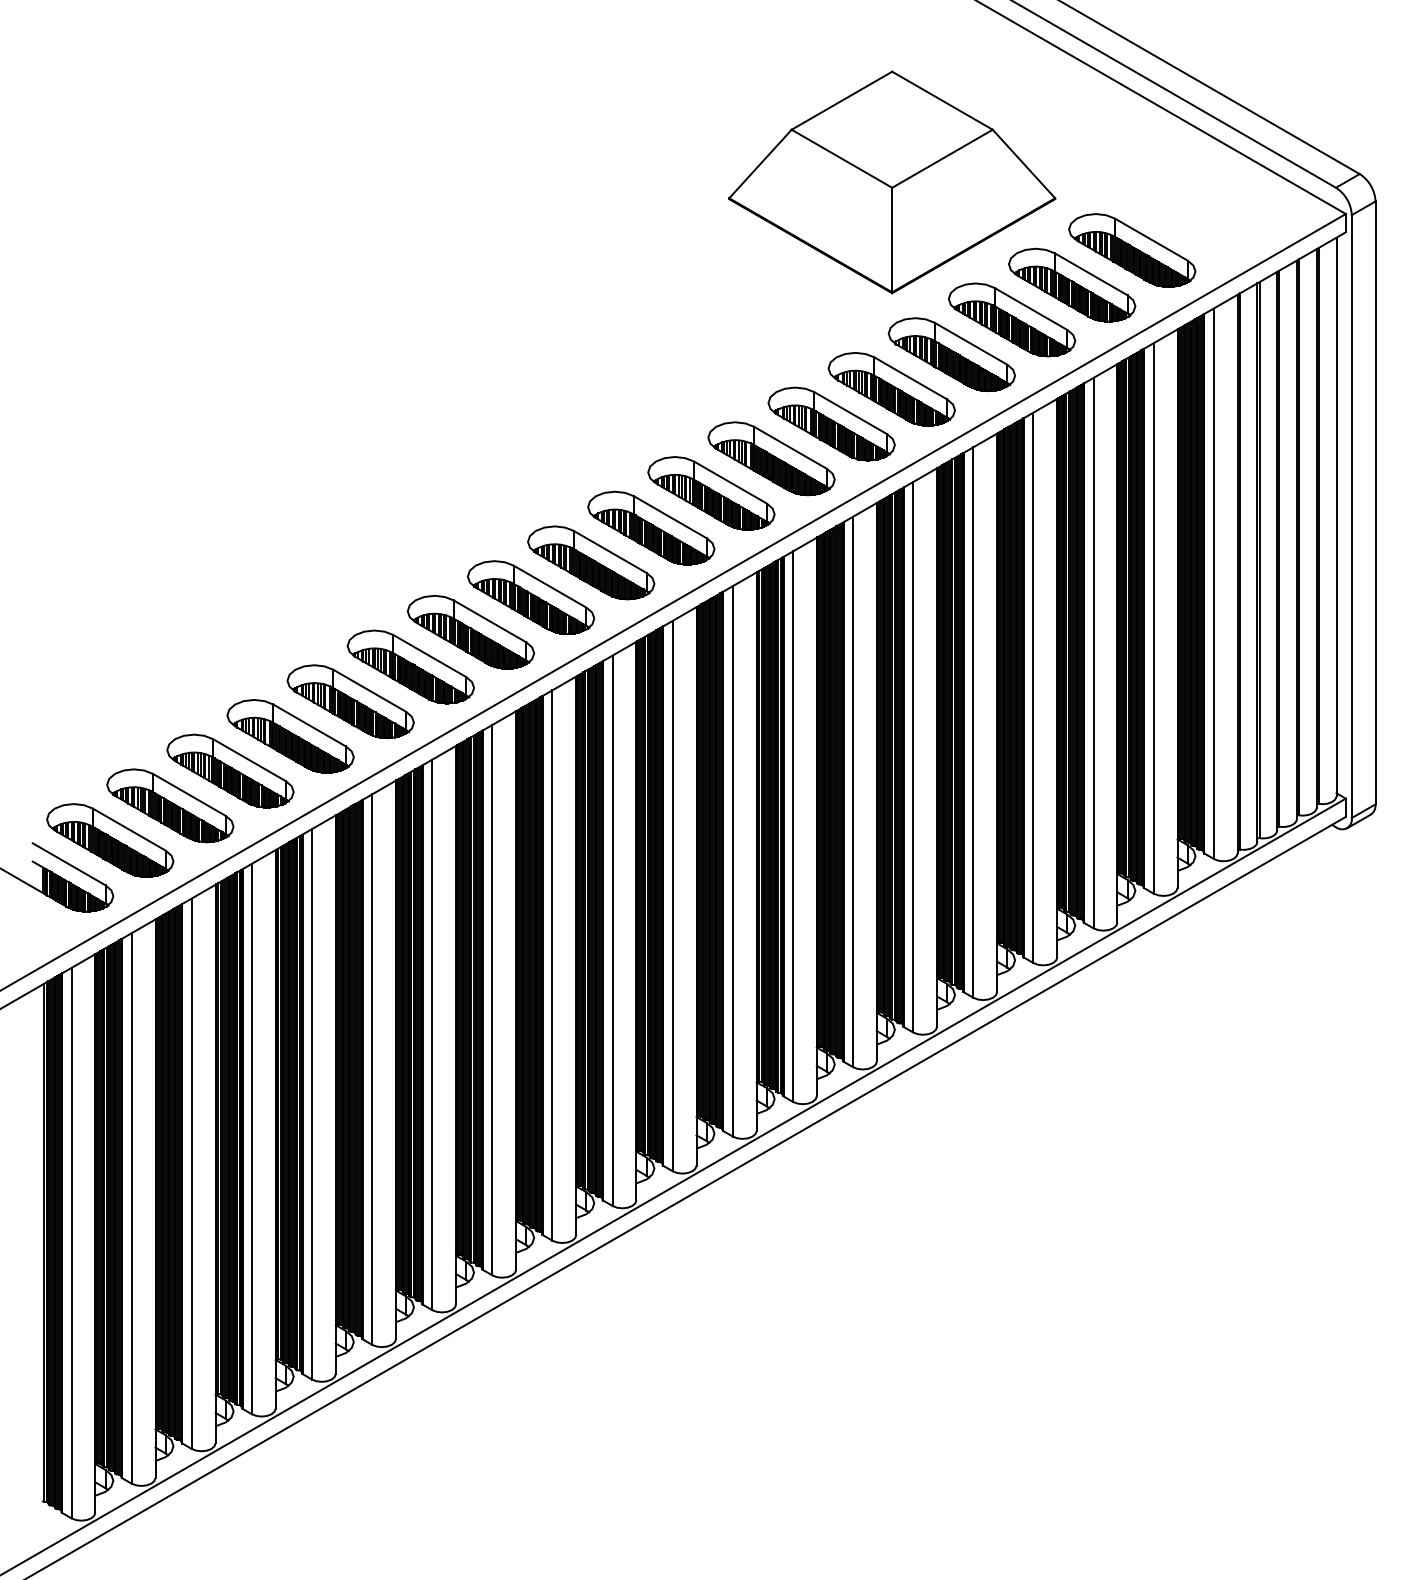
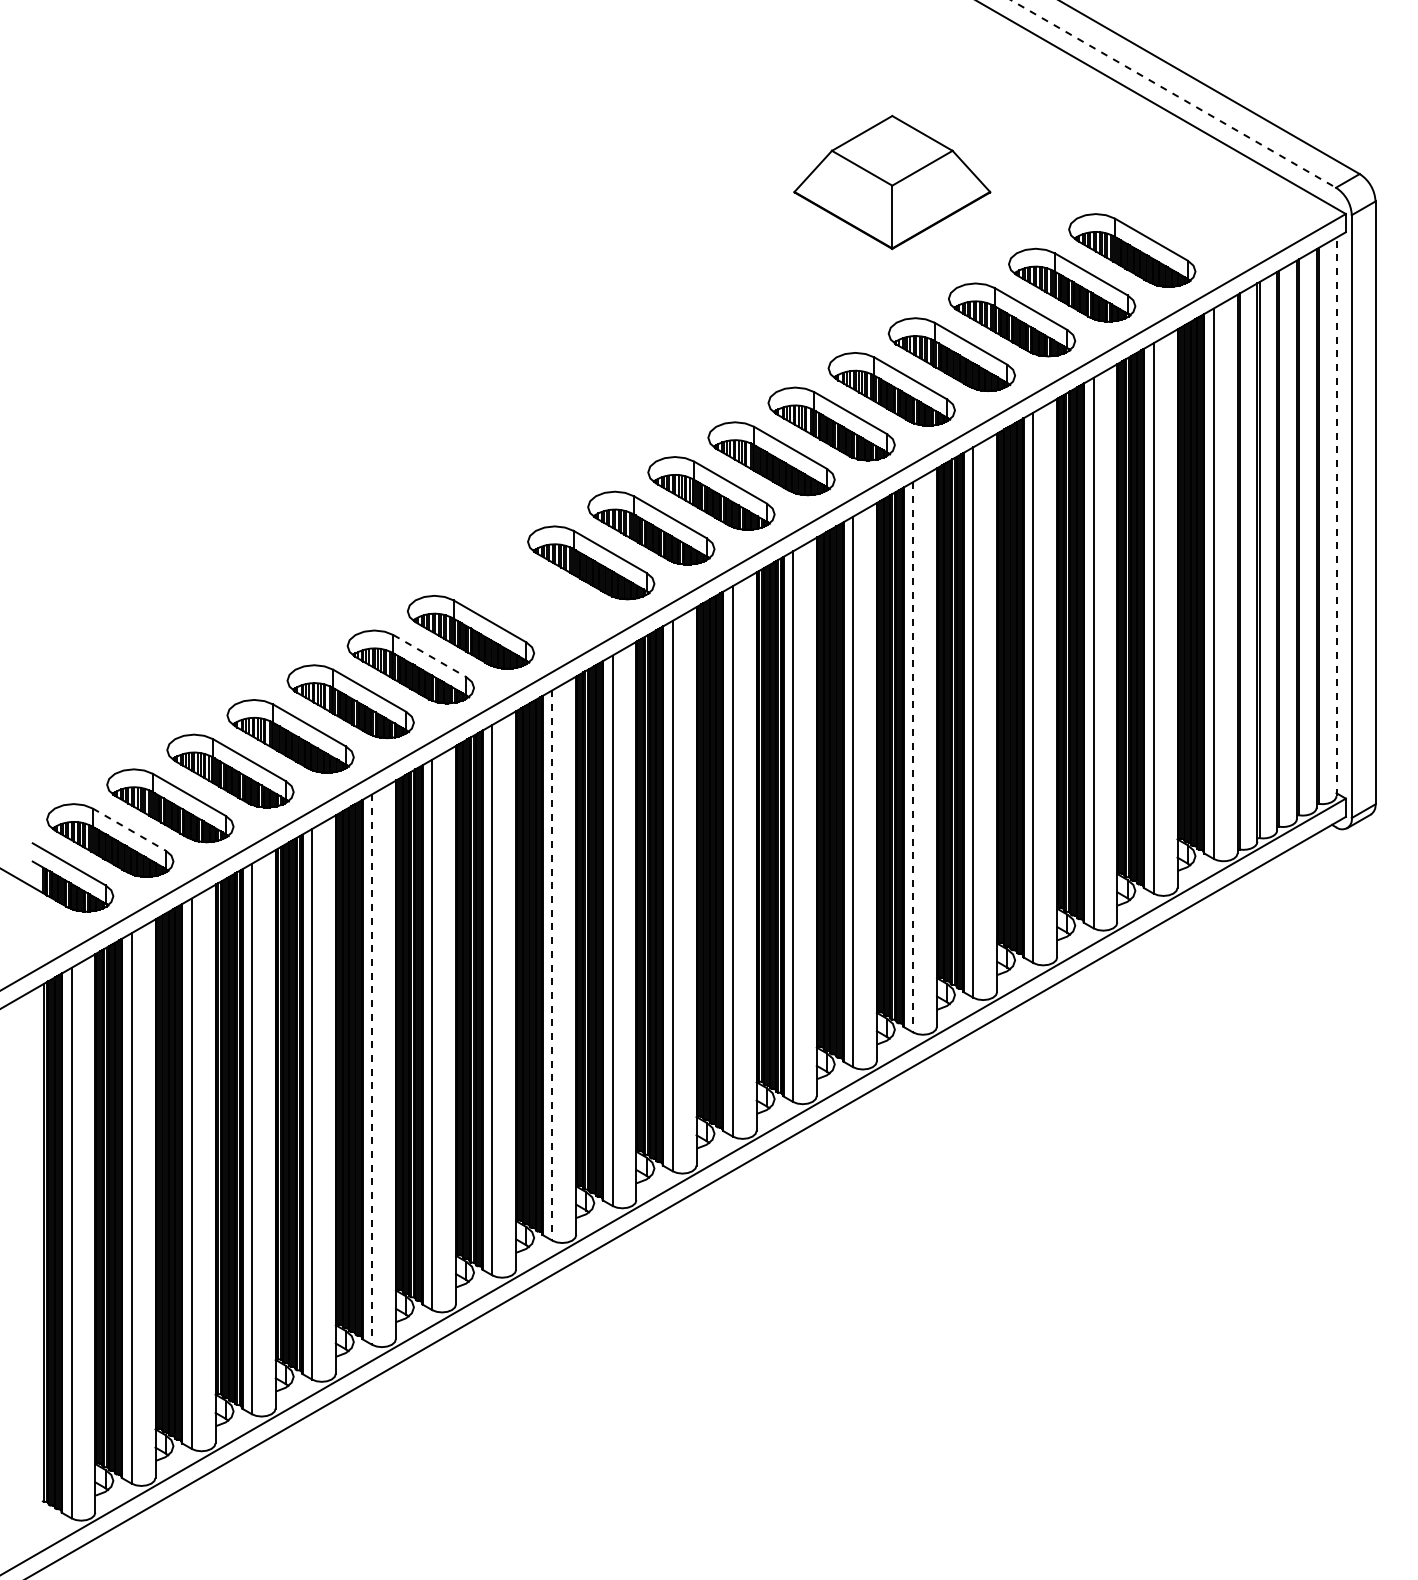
line at (1174, 94): solid -> dashed
part at (892, 182) size: 329x225 px -> 199x137 px
line at (1336, 516): solid -> dashed
part at (531, 597): present -> none
line at (430, 656): solid -> dashed
line at (913, 757): solid -> dashed
line at (129, 829): solid -> dashed
line at (552, 966): solid -> dashed
line at (372, 1070): solid -> dashed
